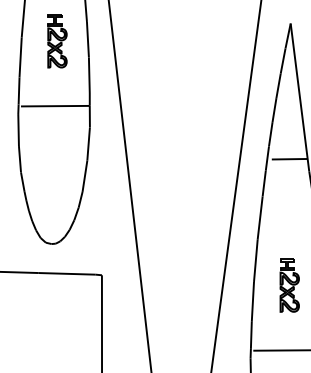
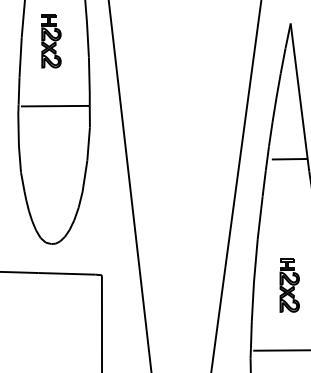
part at (57, 41) position: (57, 41) -> (51, 41)
